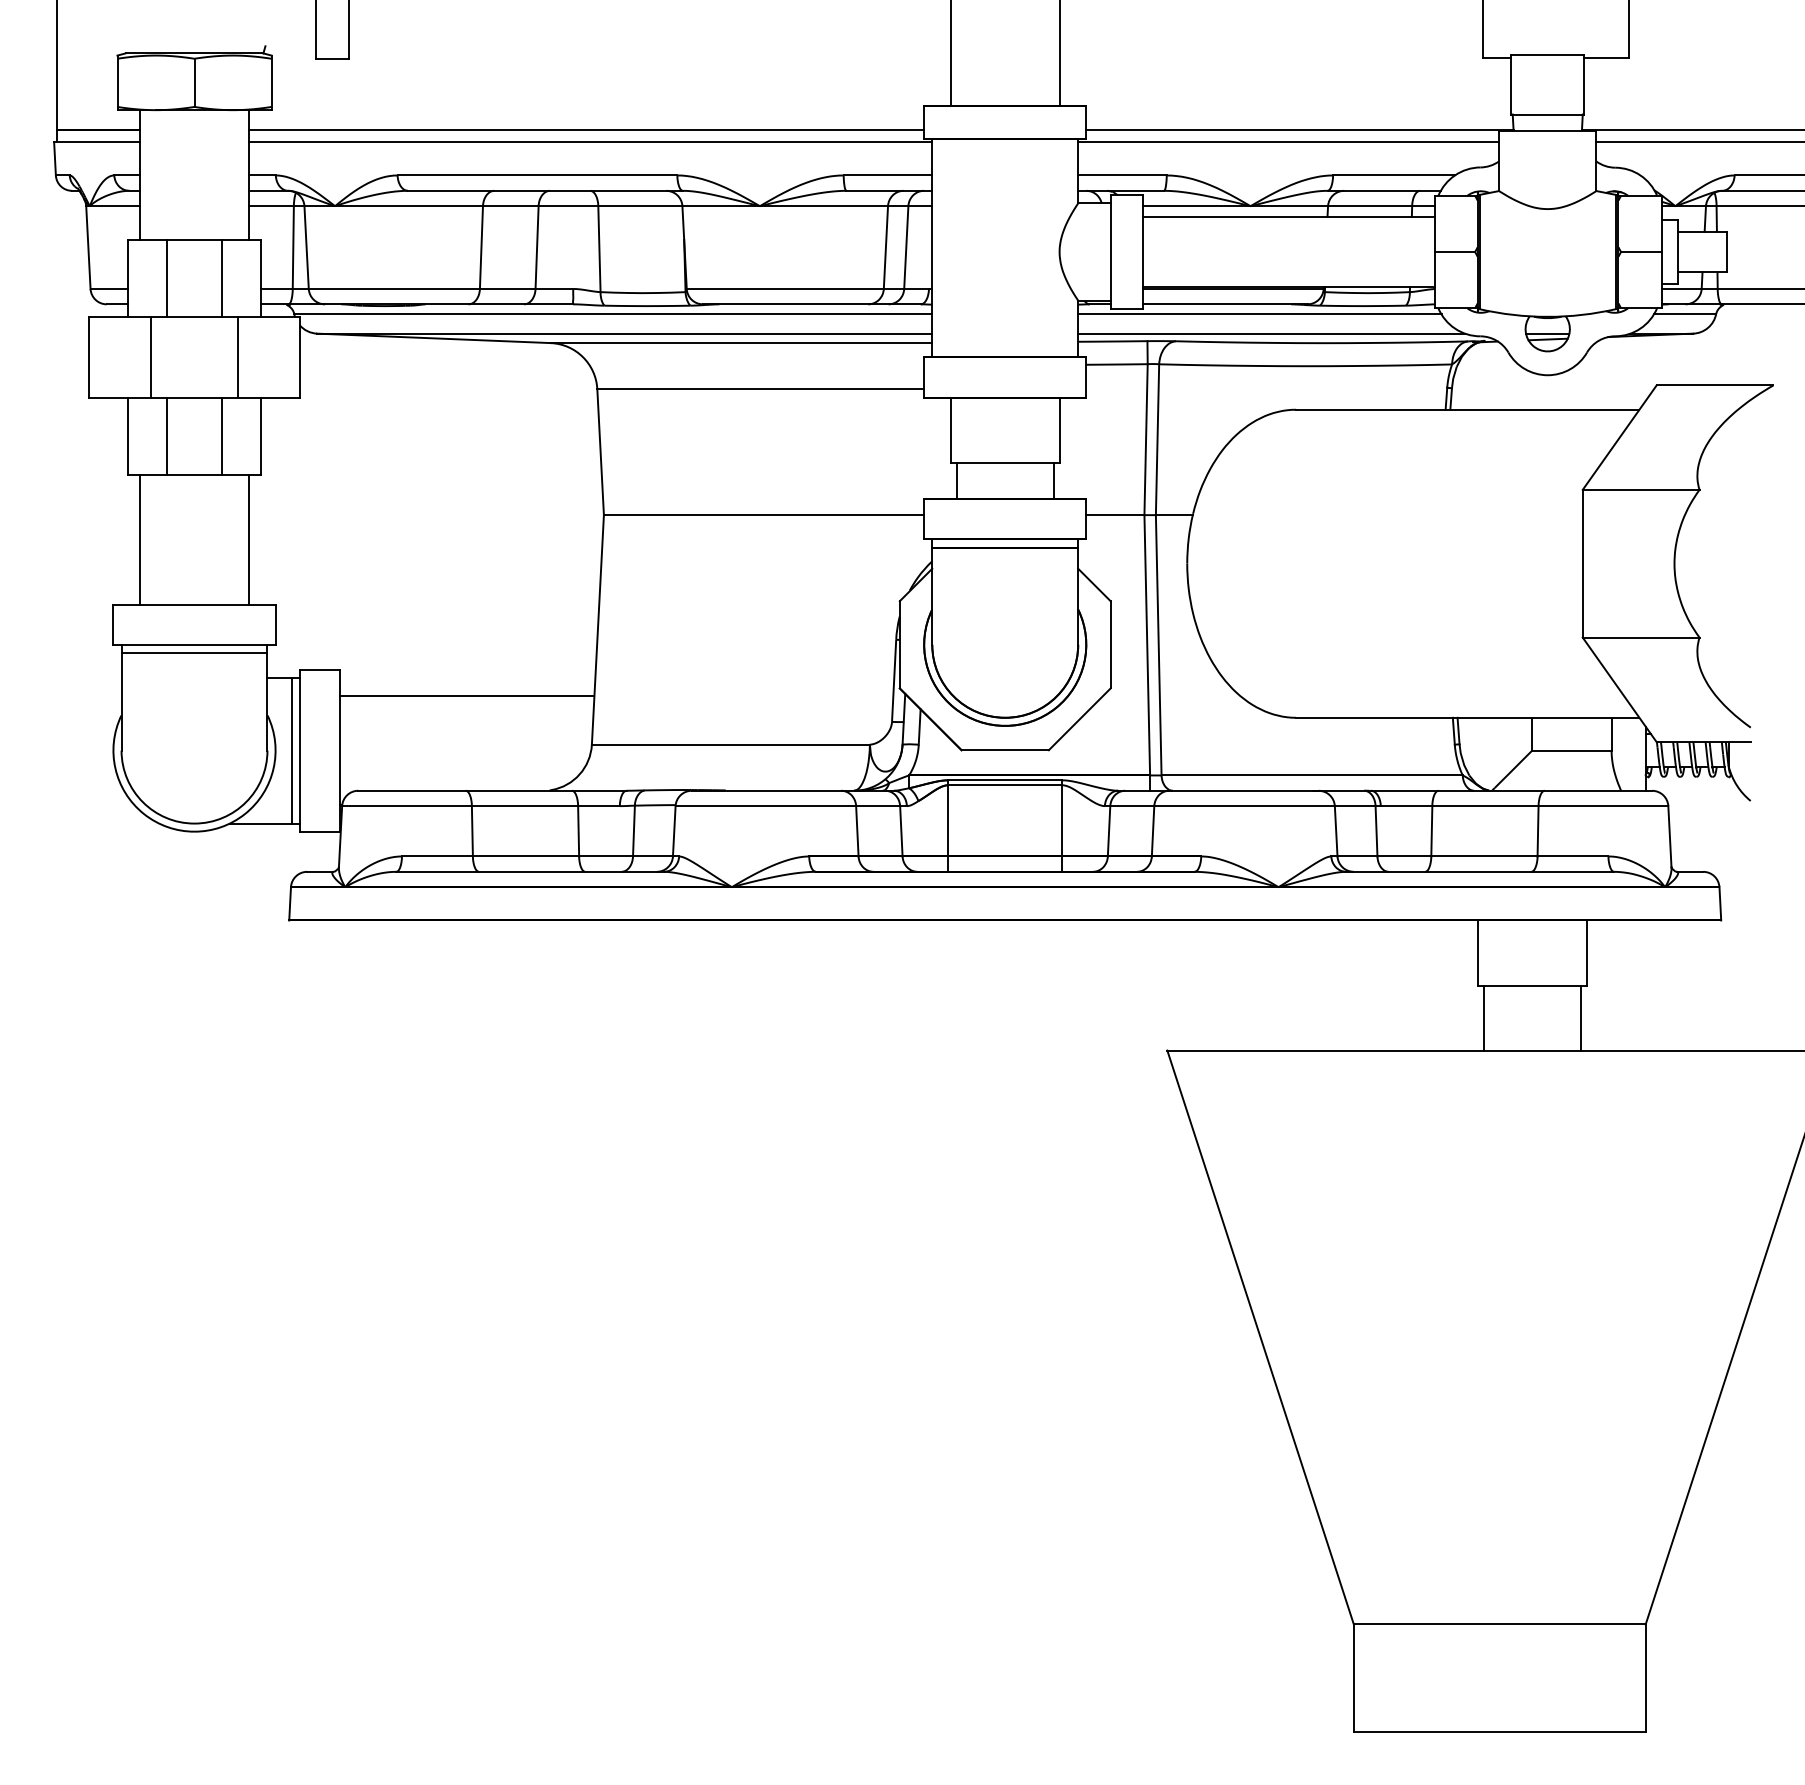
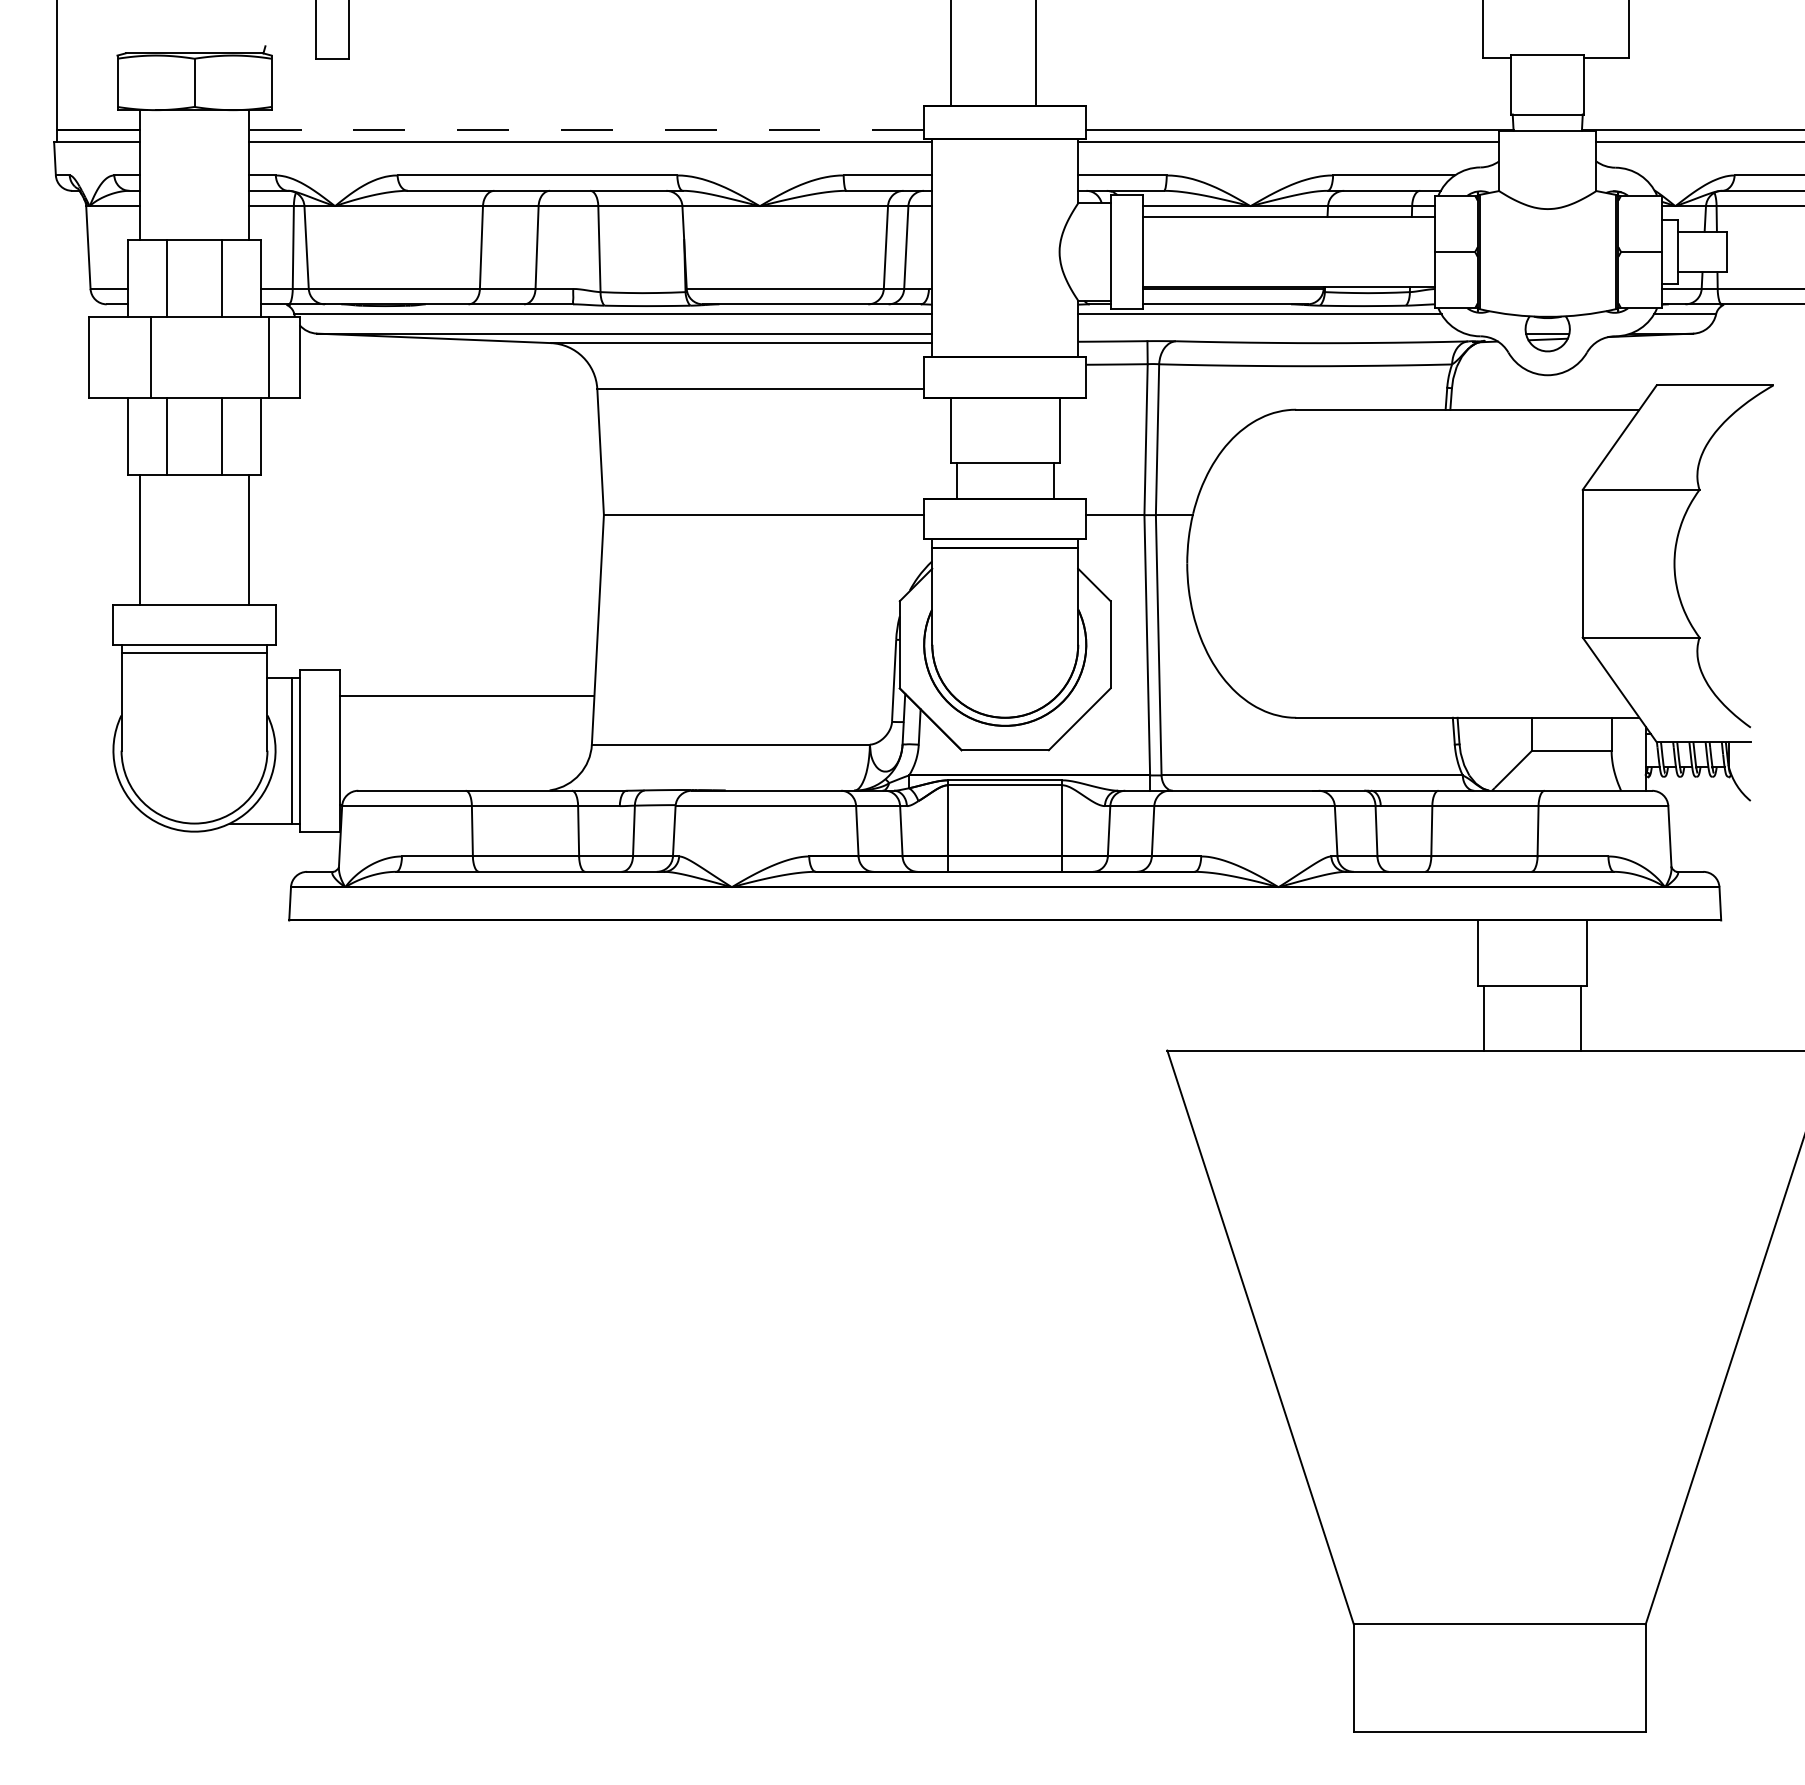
line at (1059, 54) position: (1059, 54) -> (1035, 54)
line at (586, 130): solid -> dashed
line at (1271, 333): present -> none
line at (238, 356) position: (238, 356) -> (269, 356)
